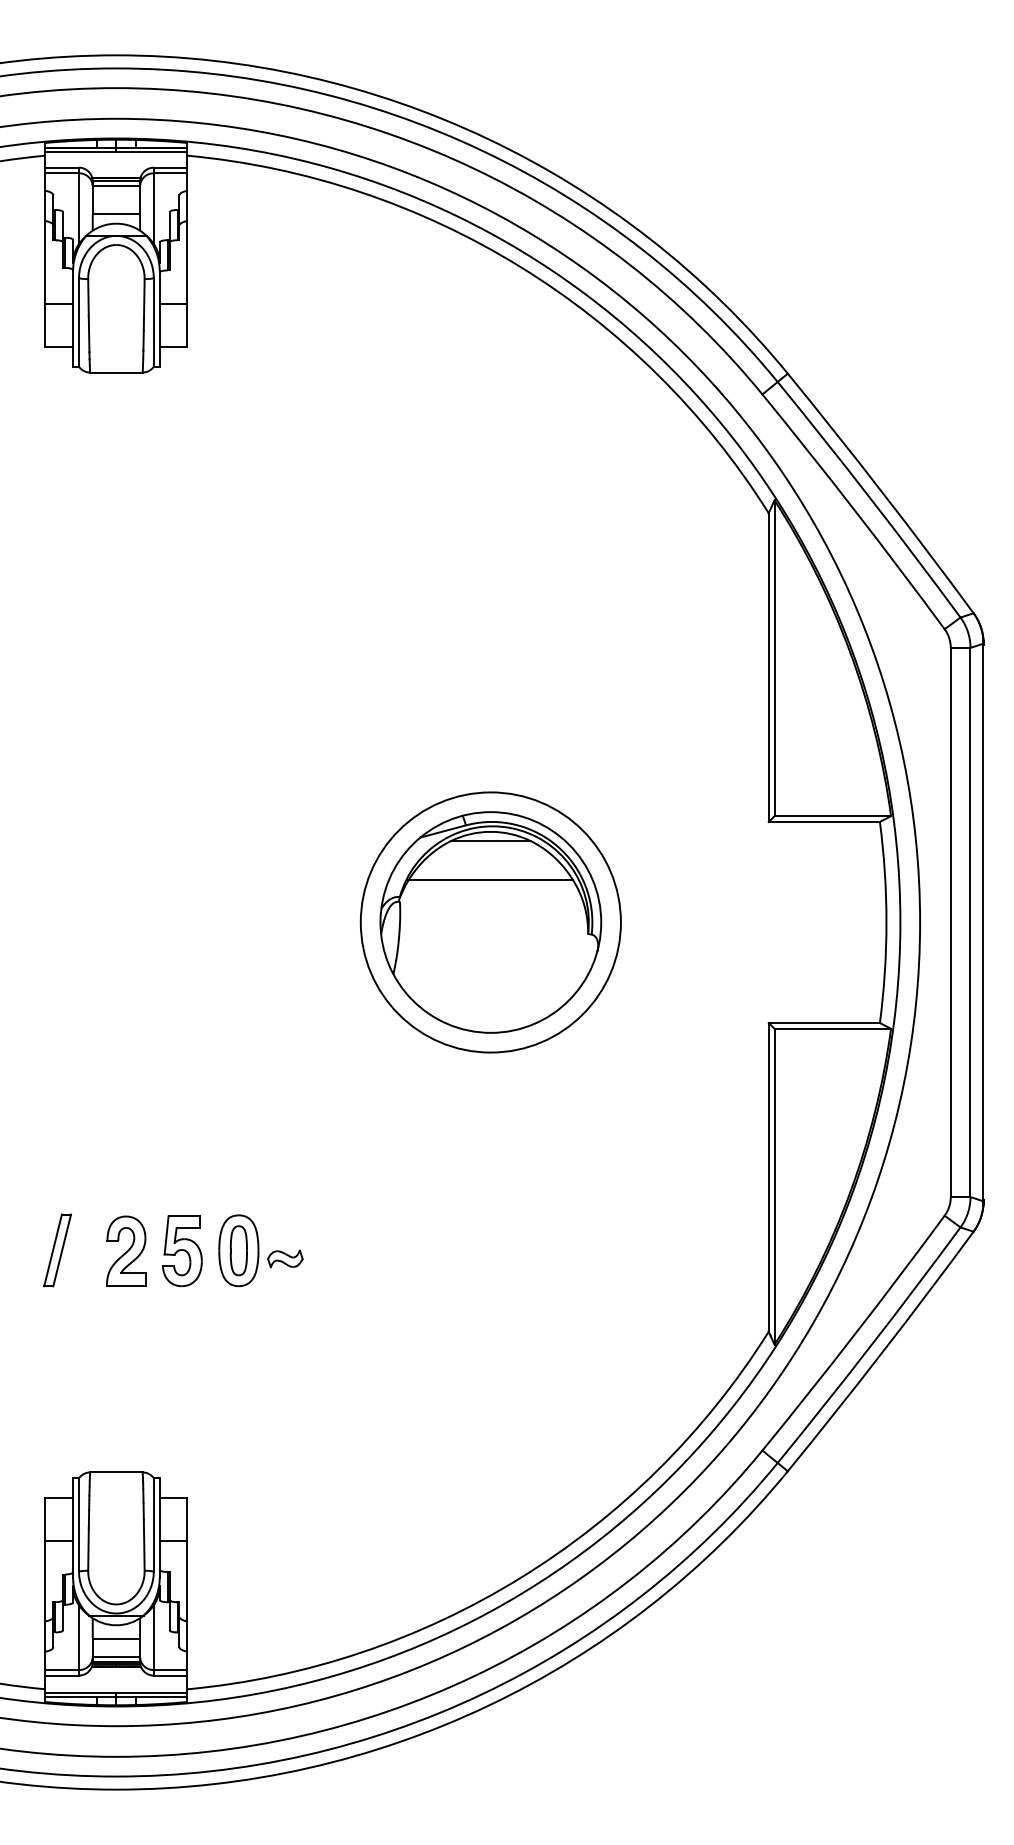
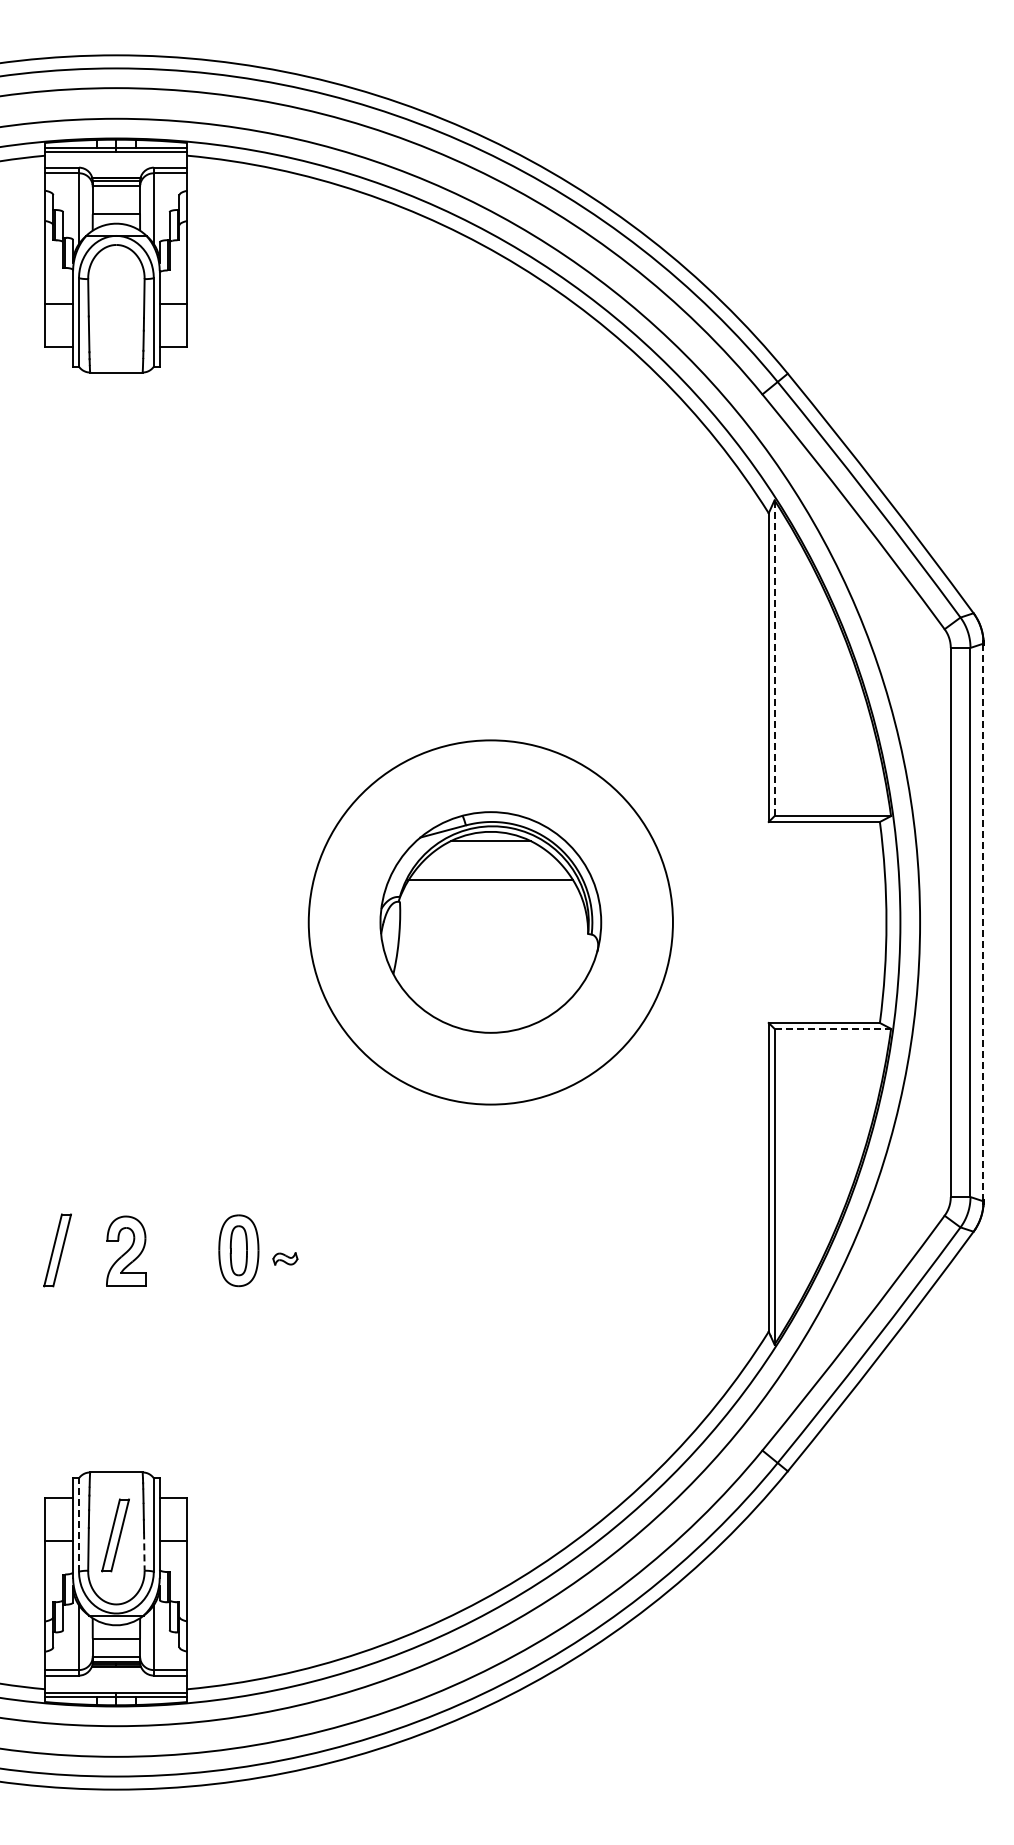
line at (774, 658): solid -> dashed
circle at (490, 922) diameter: 260 px -> 364 px
line at (982, 922): solid -> dashed
line at (833, 1028): solid -> dashed
part at (182, 1251): present -> none
part at (285, 1258) size: 37x20 px -> 27x14 px
line at (78, 1524): solid -> dashed
part at (115, 1535): none -> present
line at (144, 1551): solid -> dashed
